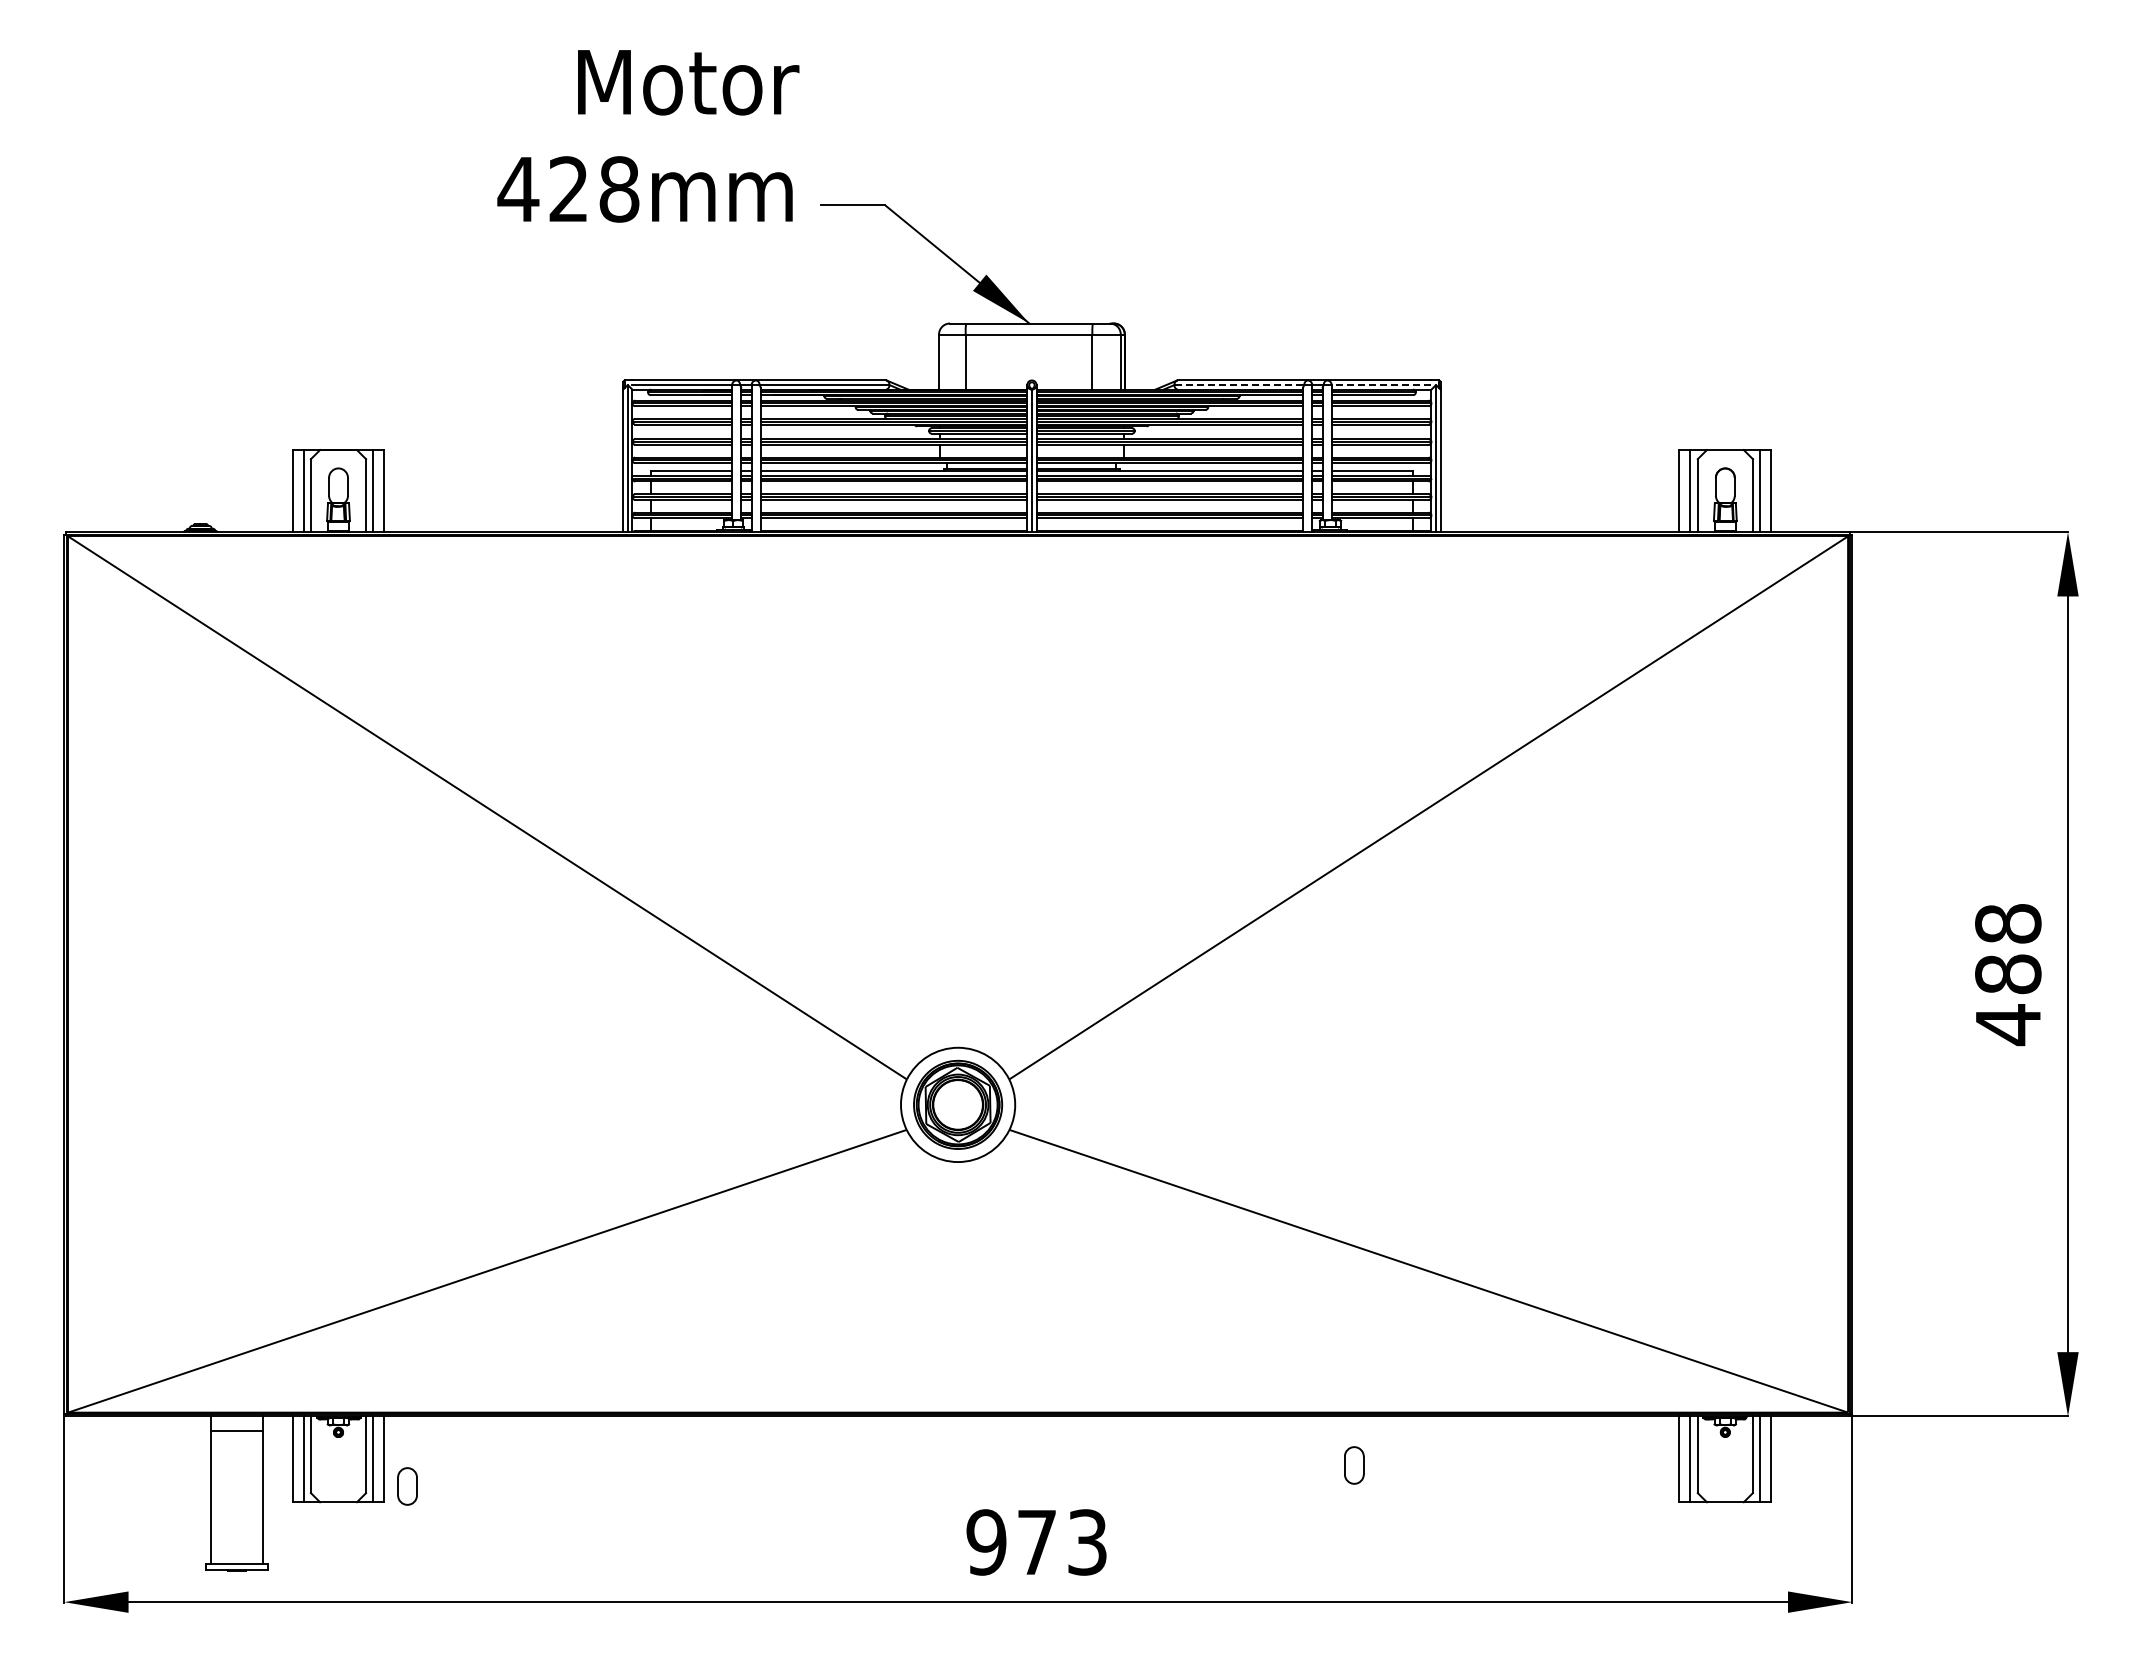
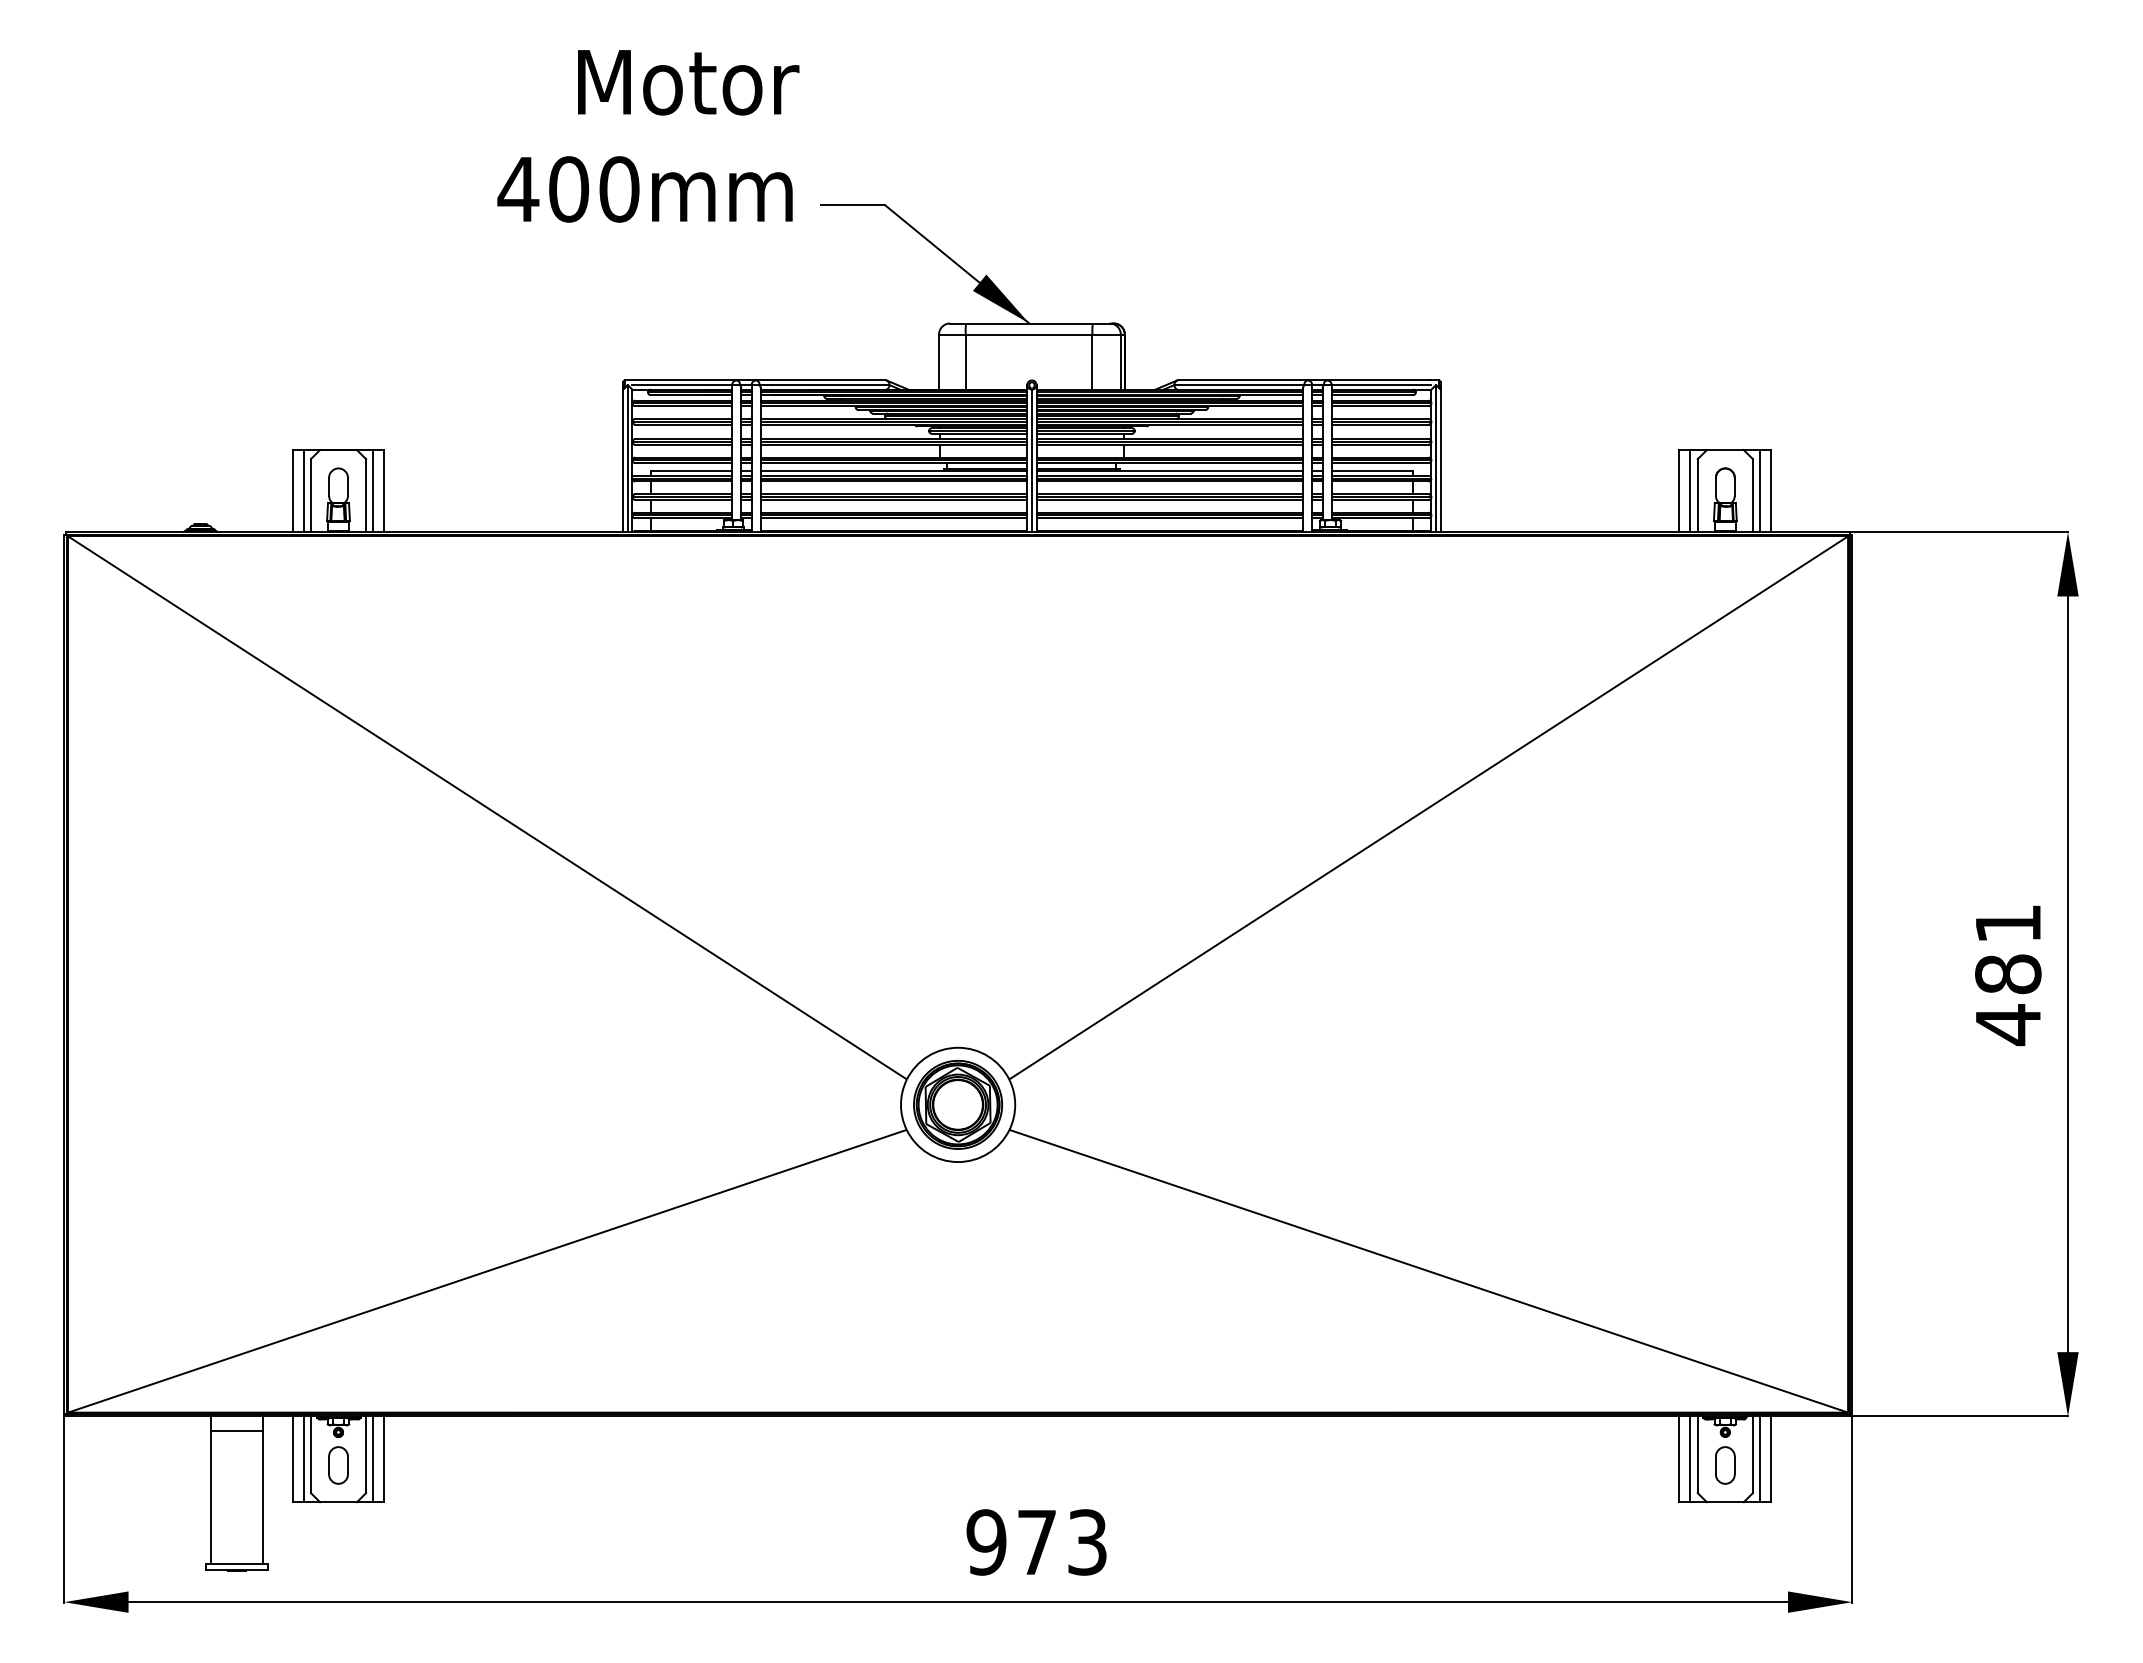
text at (594, 189): 428mm -> 400mm
line at (1239, 385): dashed -> solid
line at (1381, 385): dashed -> solid
text at (2008, 923): 488 -> 481
part at (1354, 1465) position: (1354, 1465) -> (1725, 1465)
part at (407, 1486) position: (407, 1486) -> (338, 1465)
